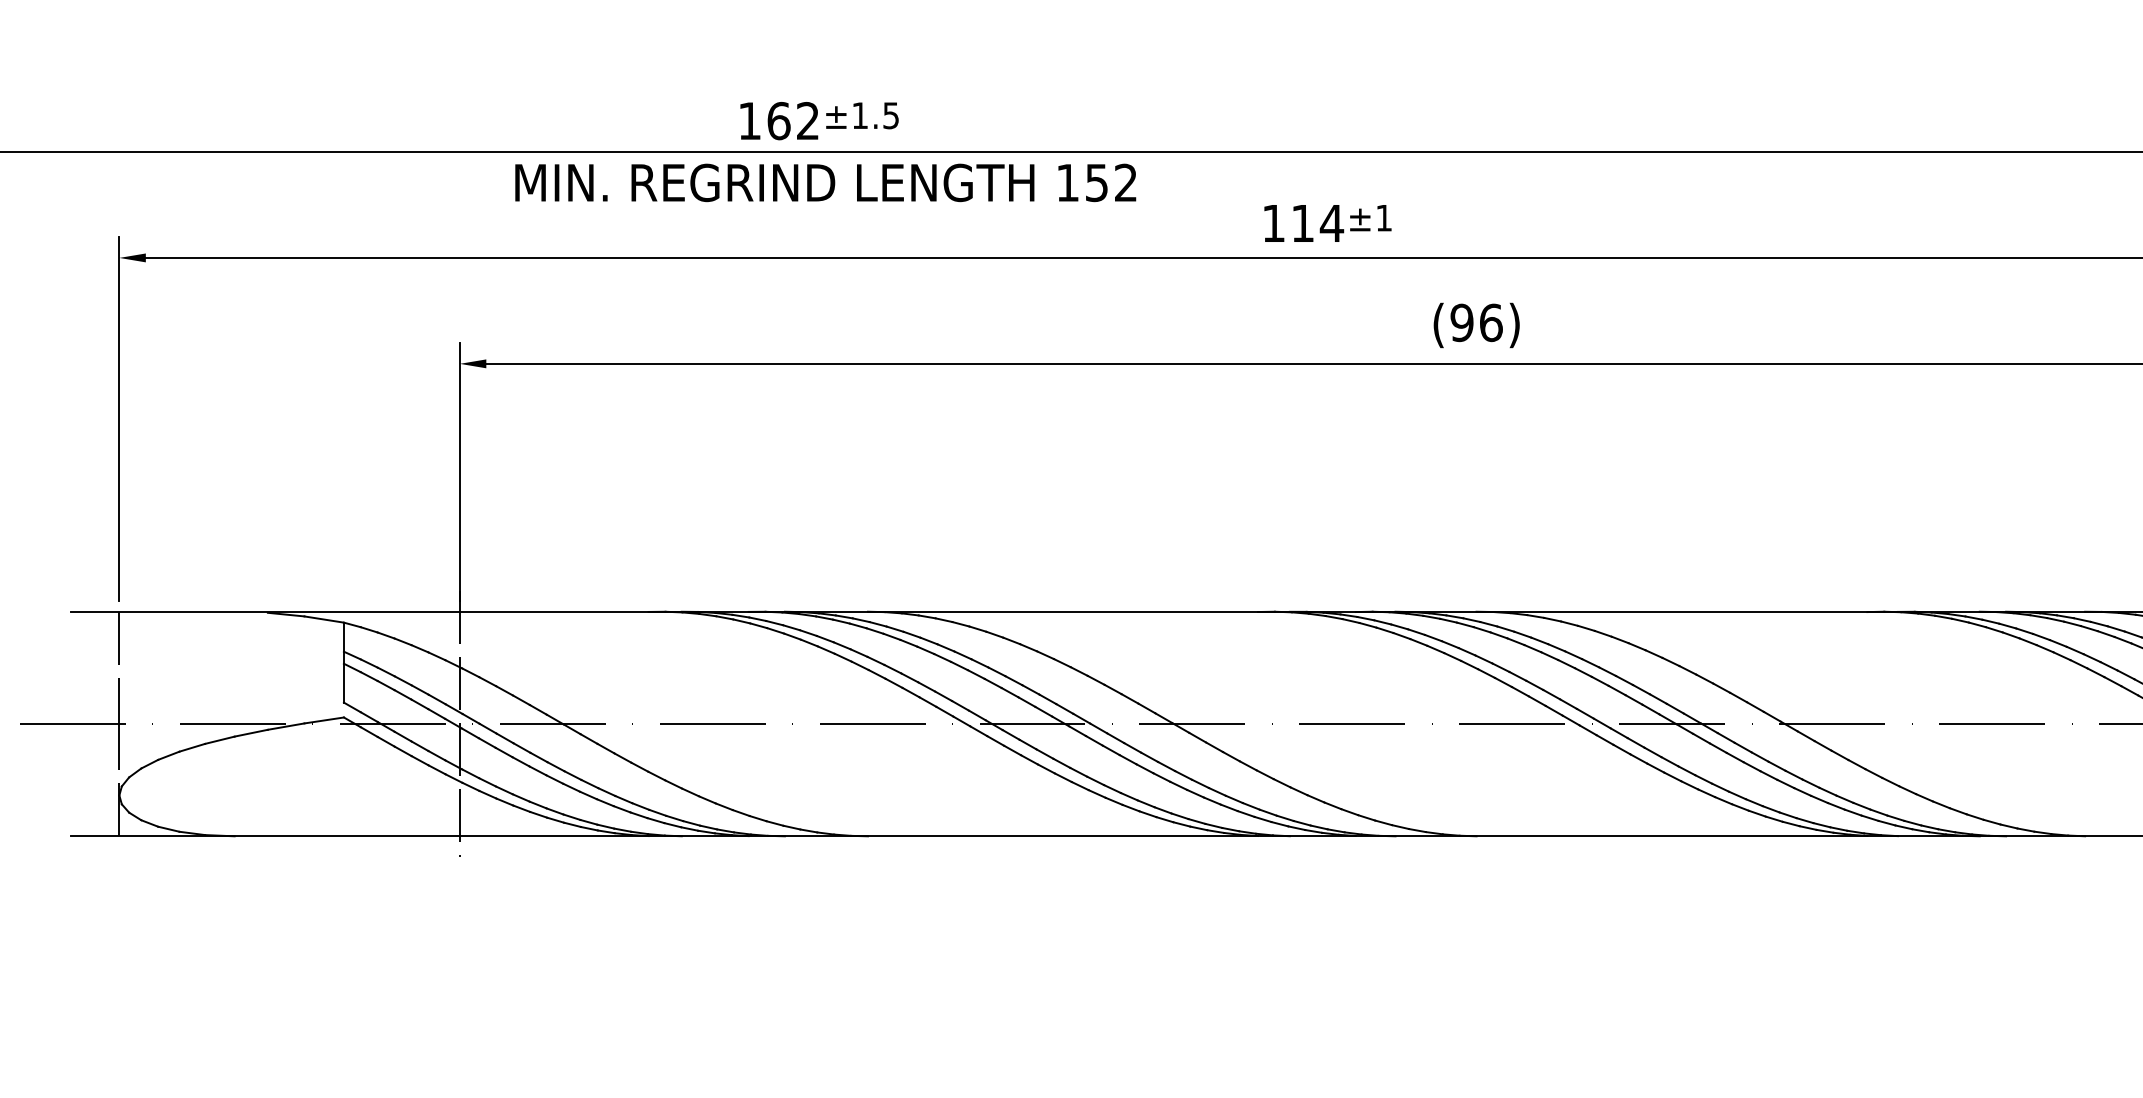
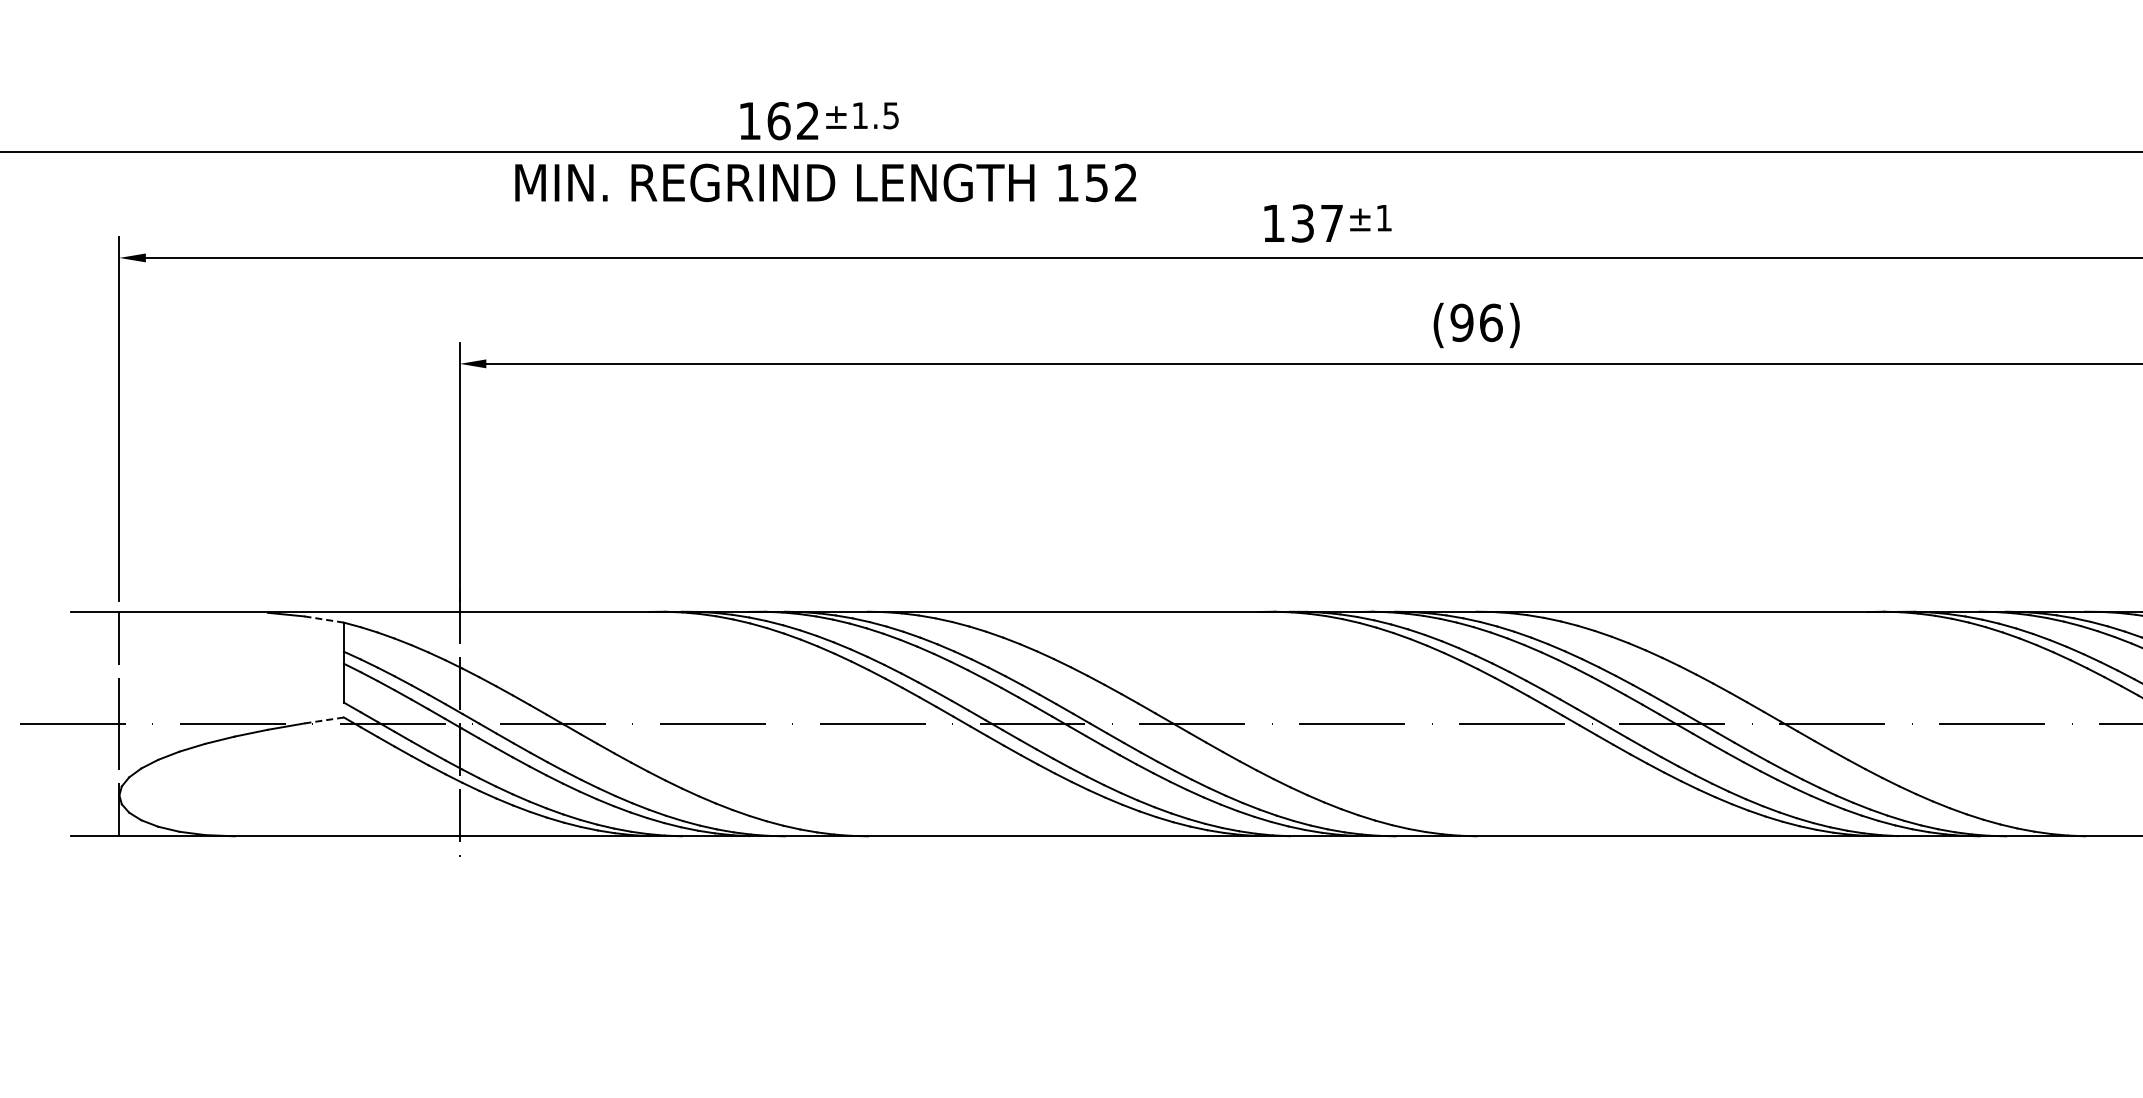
text at (1318, 223): 114 -> 137
line at (324, 619): solid -> dashed
line at (324, 720): solid -> dashed
